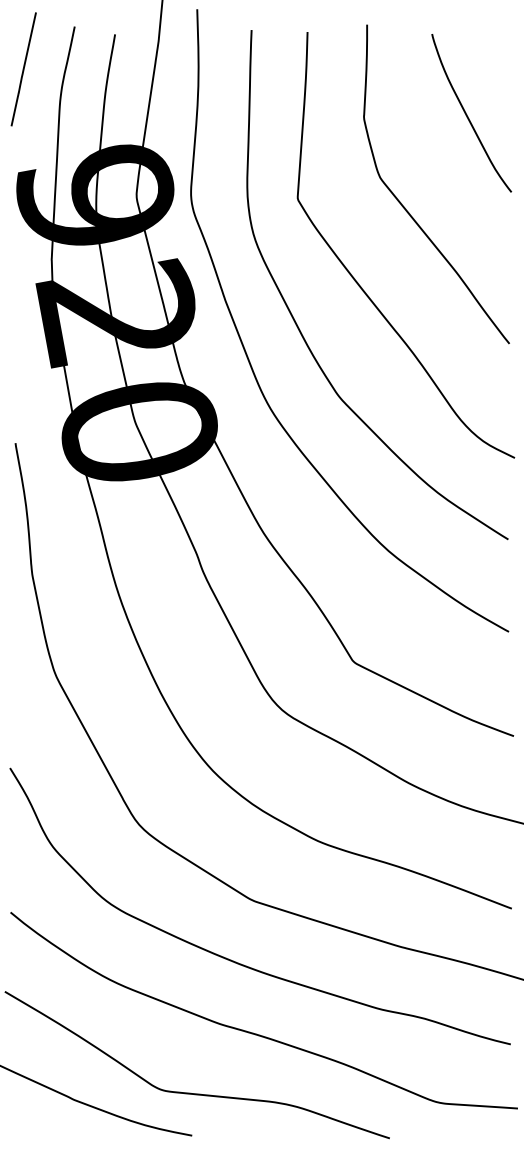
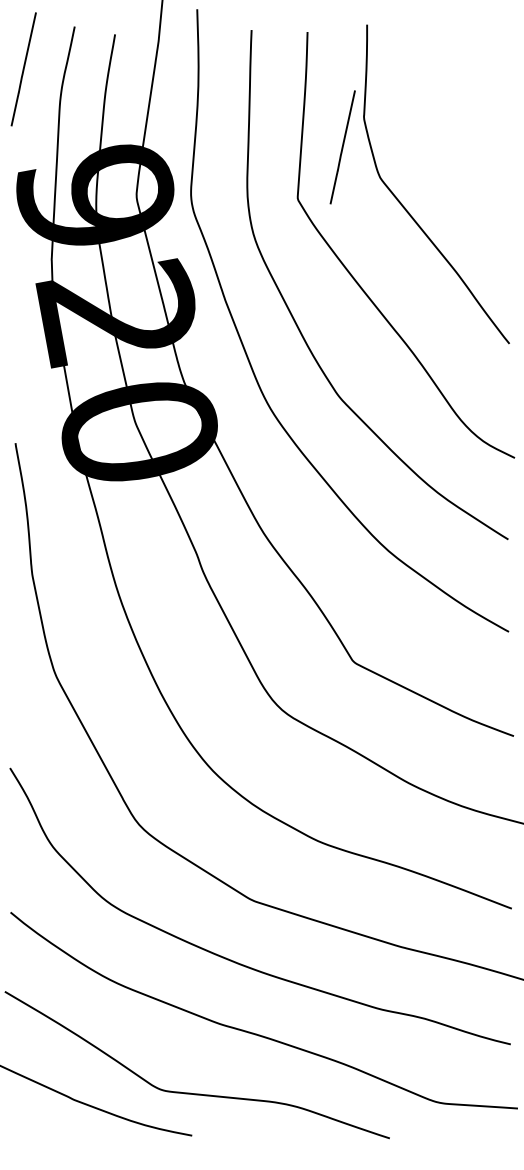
curve at (467, 114): present -> none
line at (342, 147): none -> present
